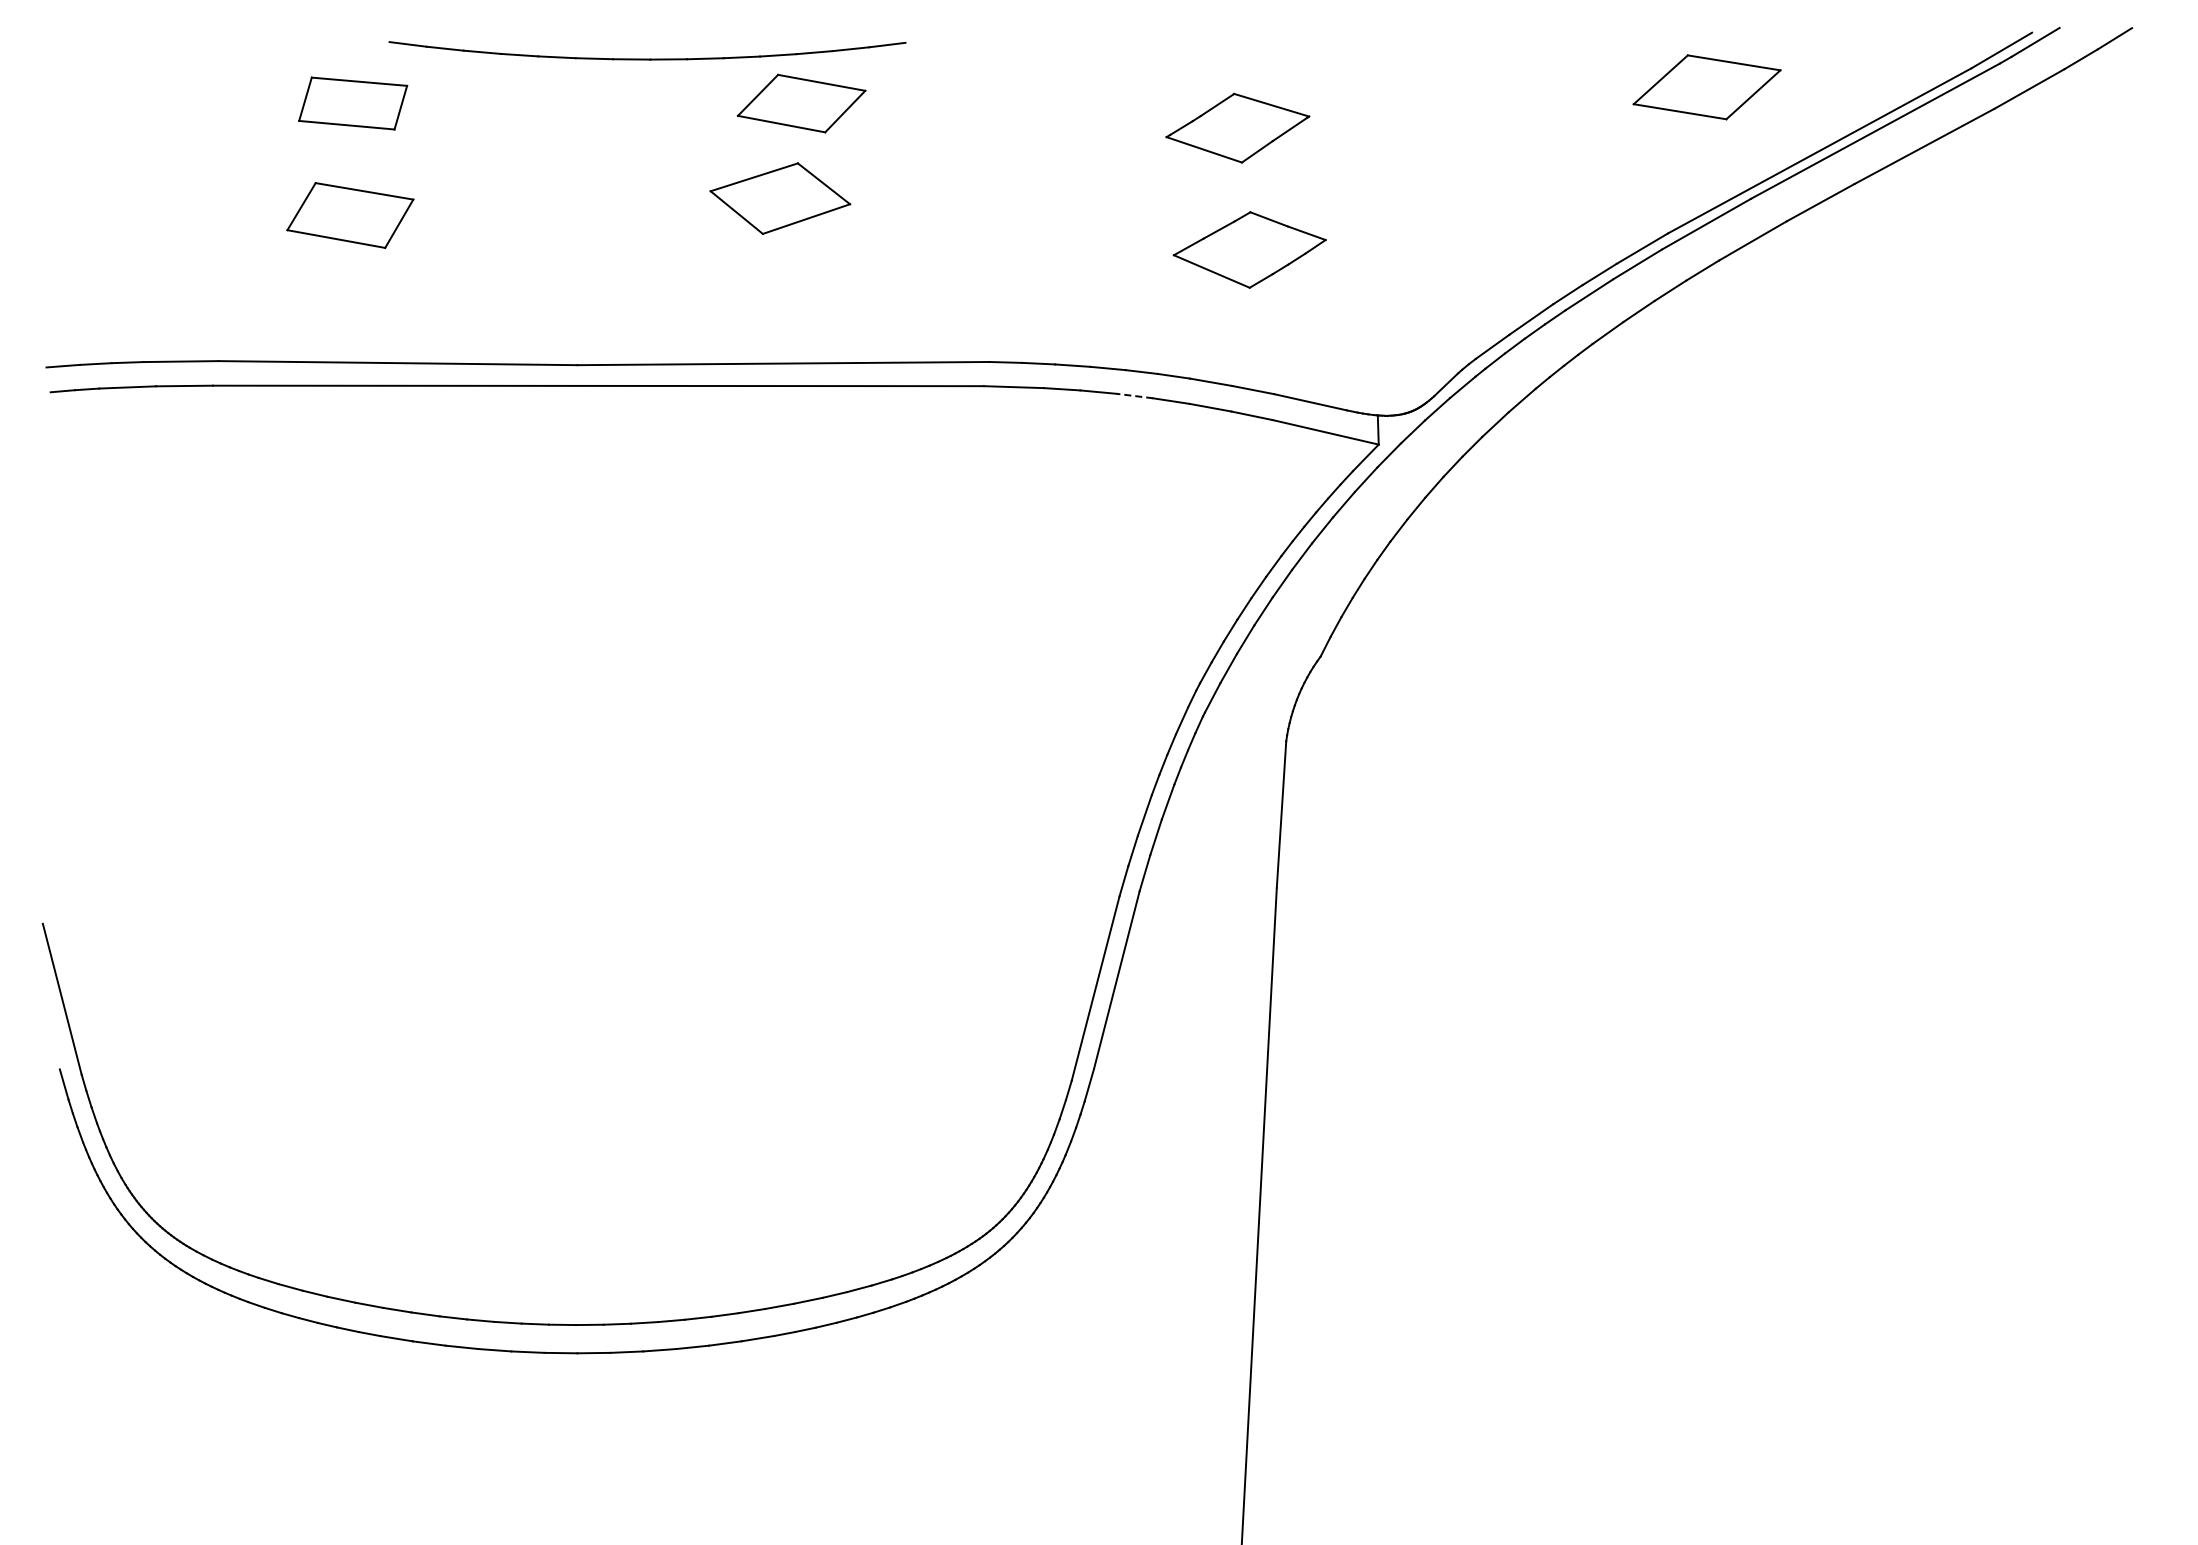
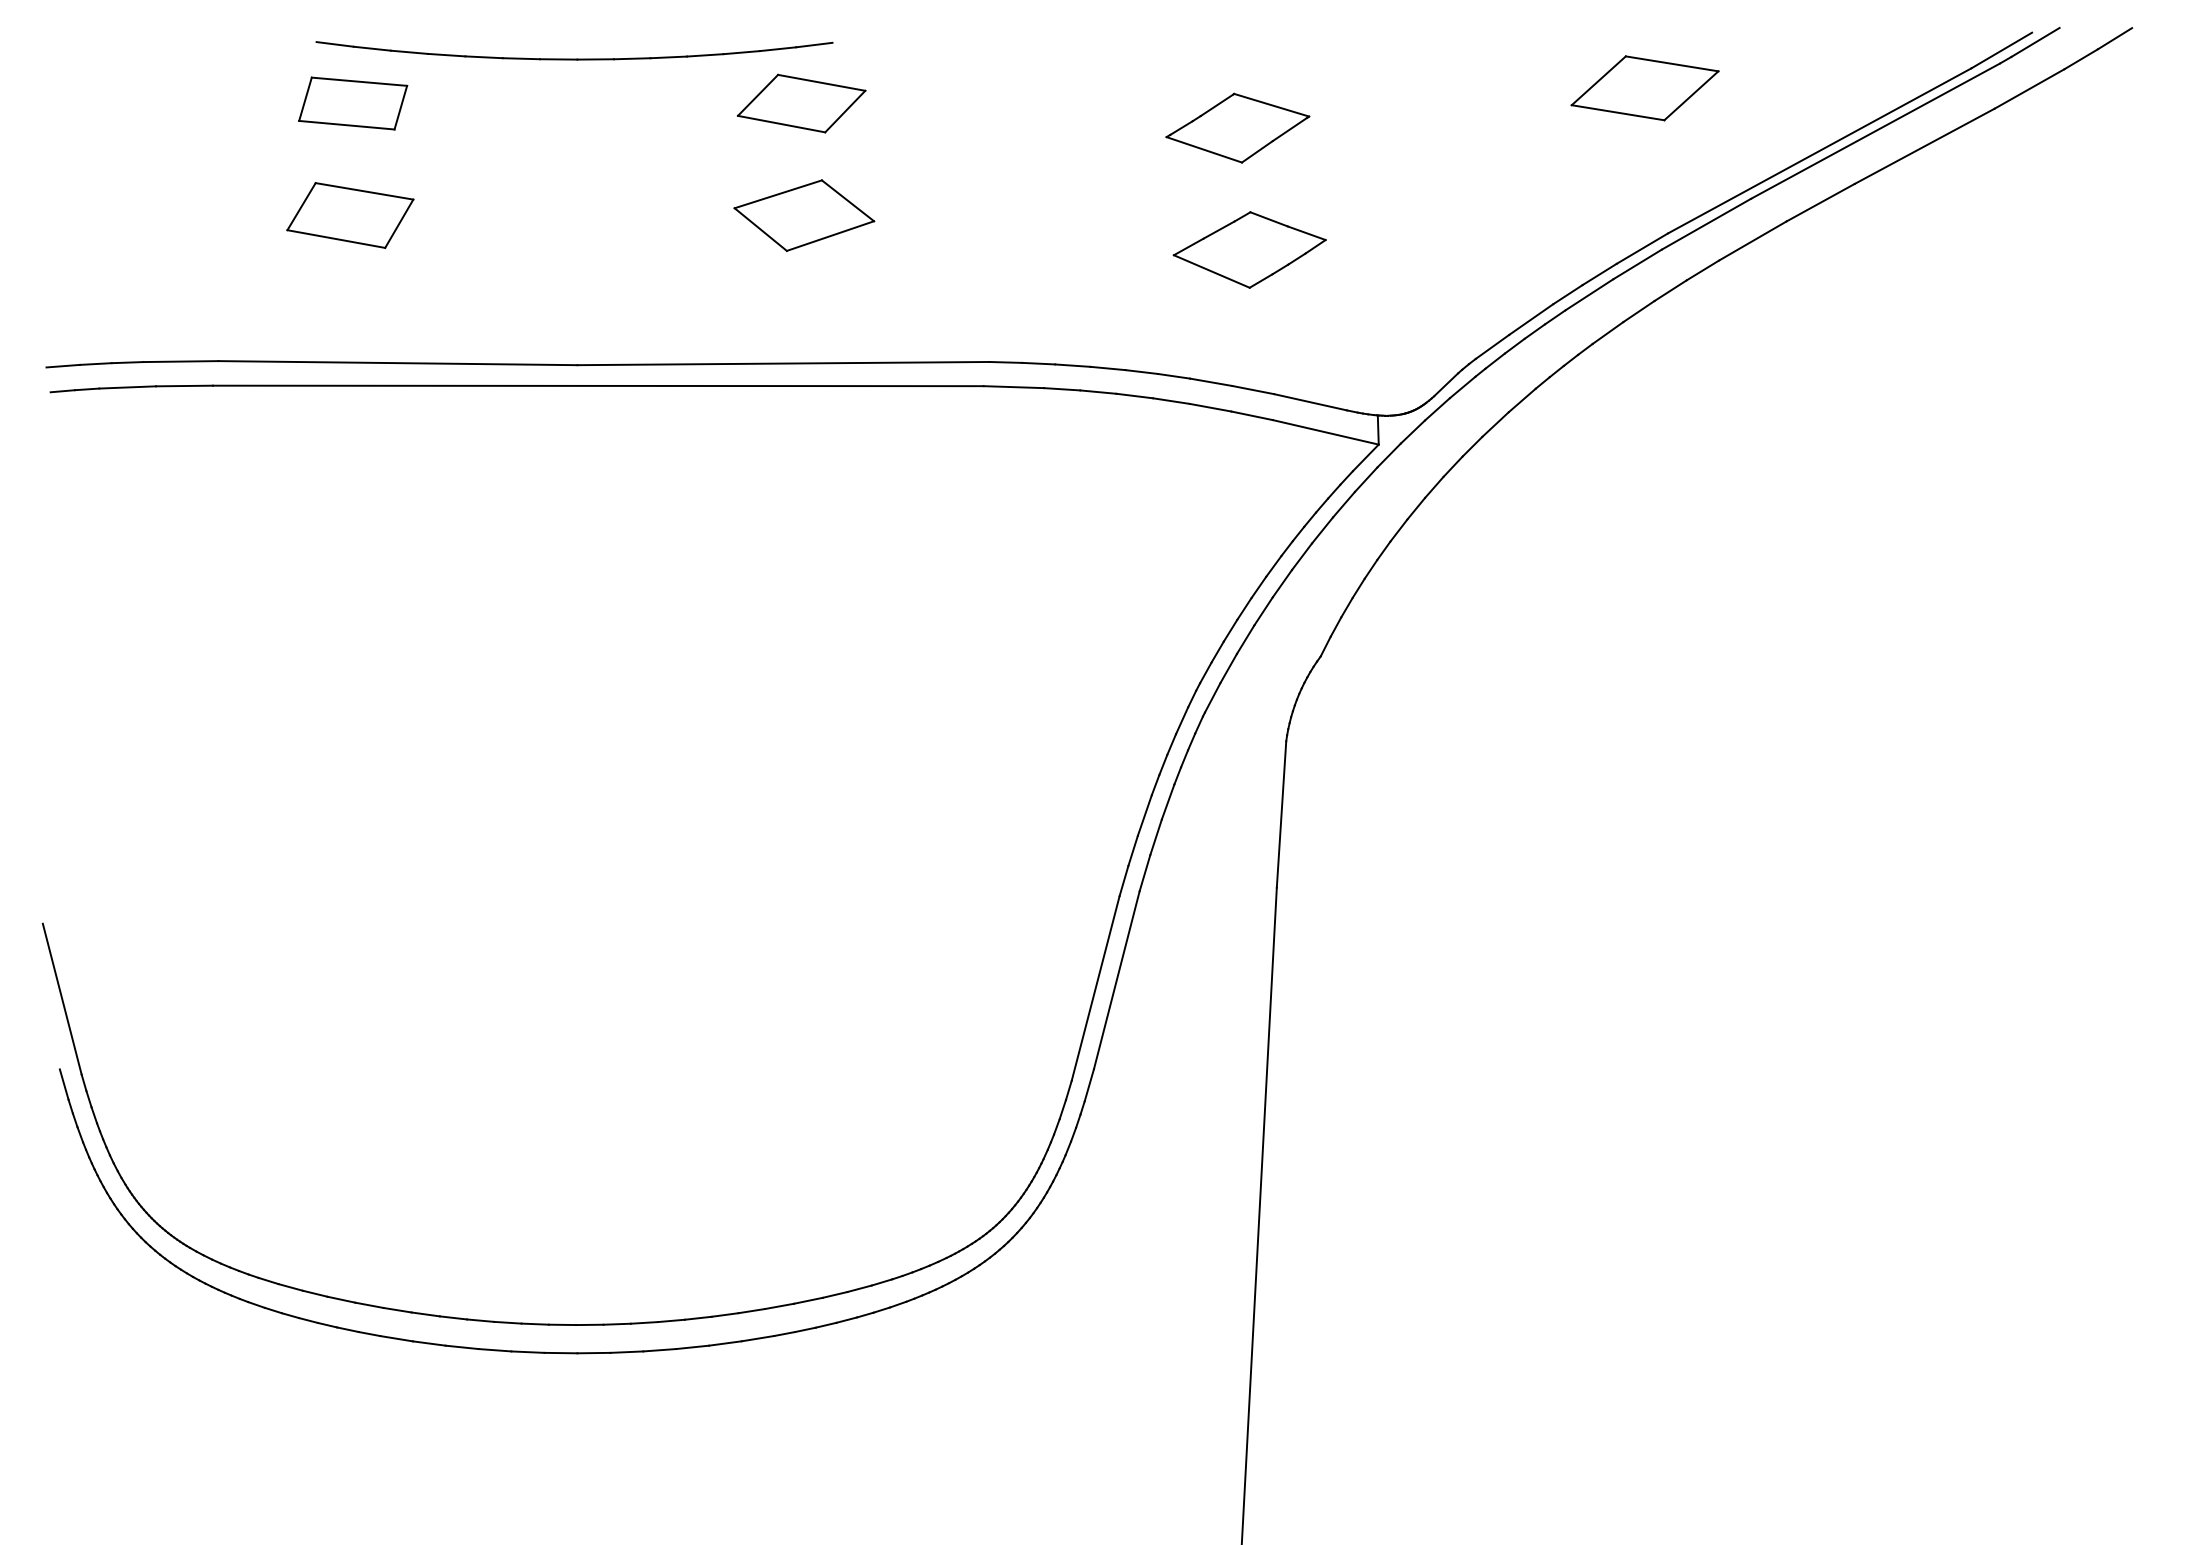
part at (647, 58) position: (647, 58) -> (574, 58)
part at (1706, 87) position: (1706, 87) -> (1644, 88)
part at (780, 198) position: (780, 198) -> (804, 215)
line at (1134, 395): dashed -> solid
